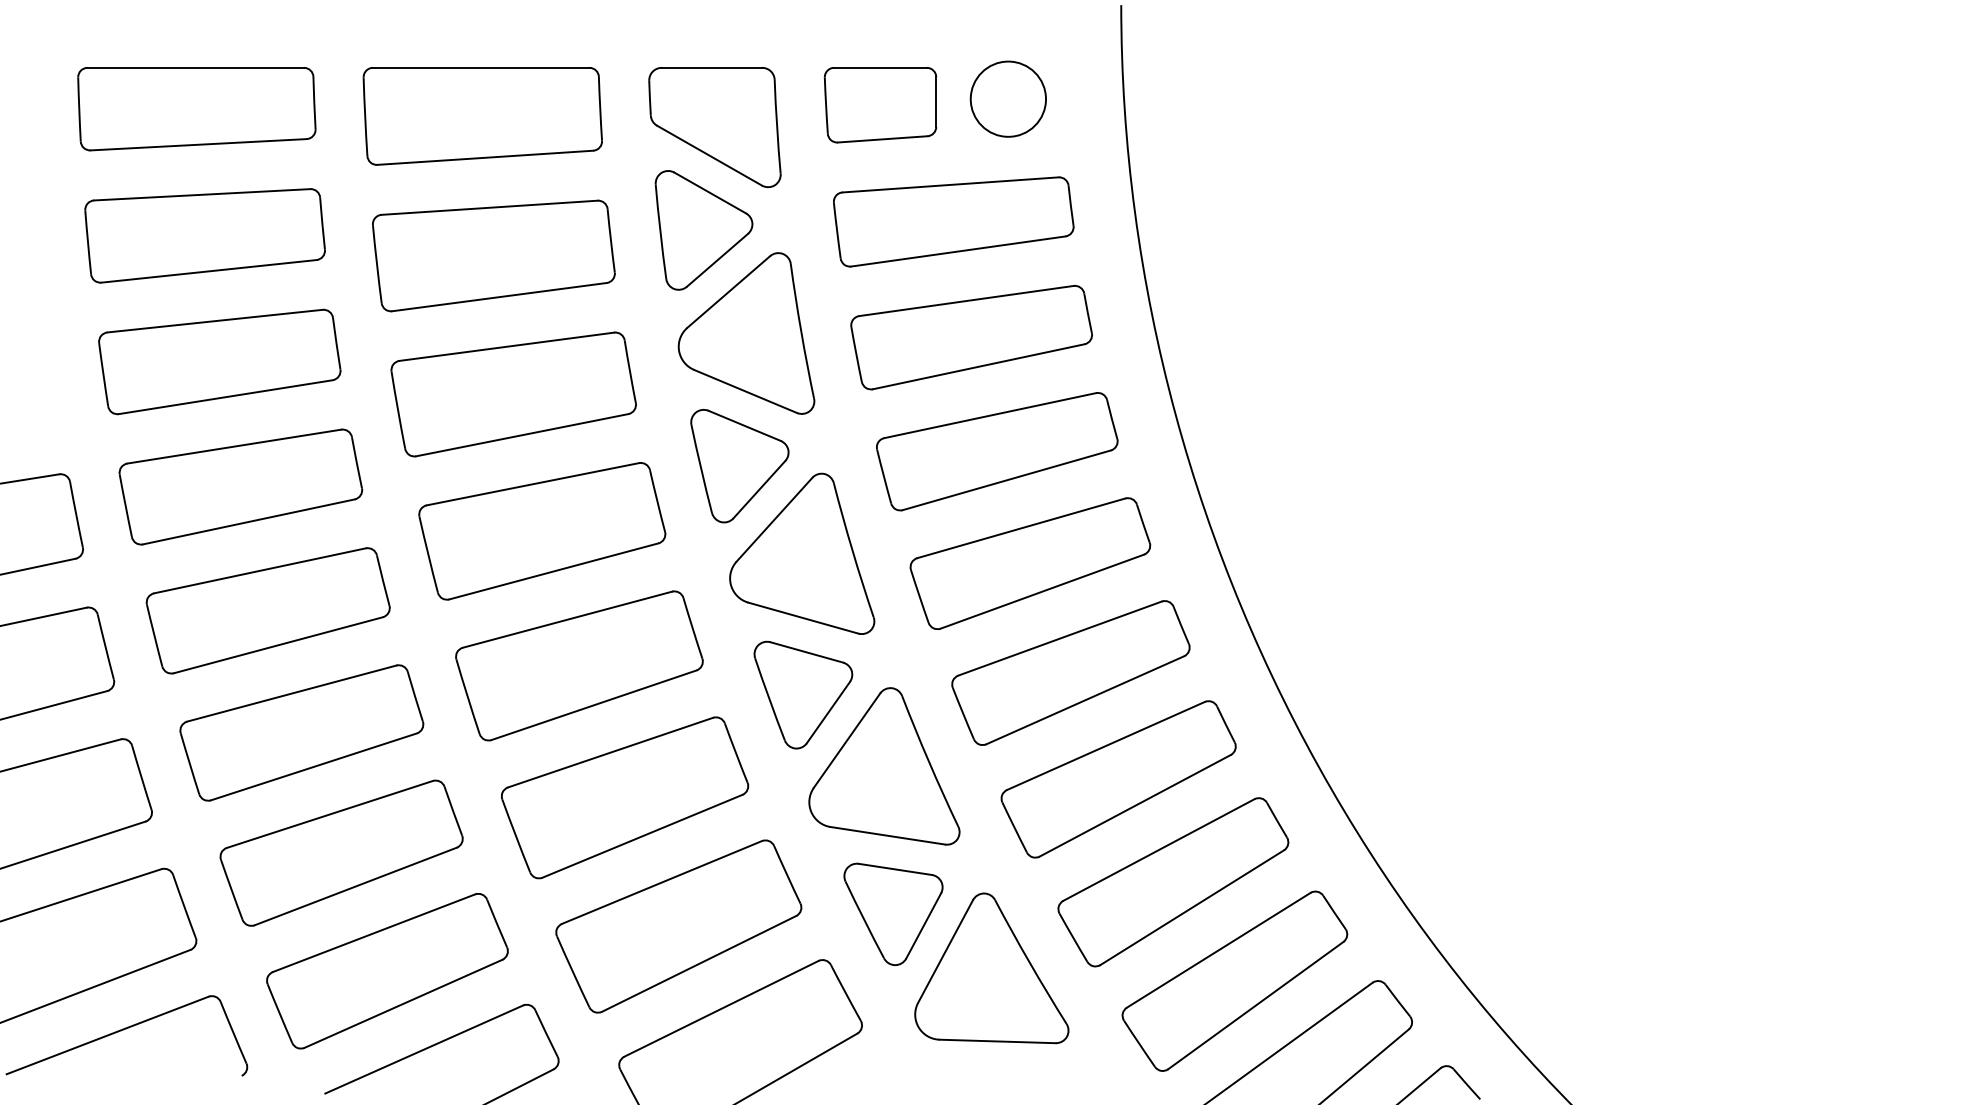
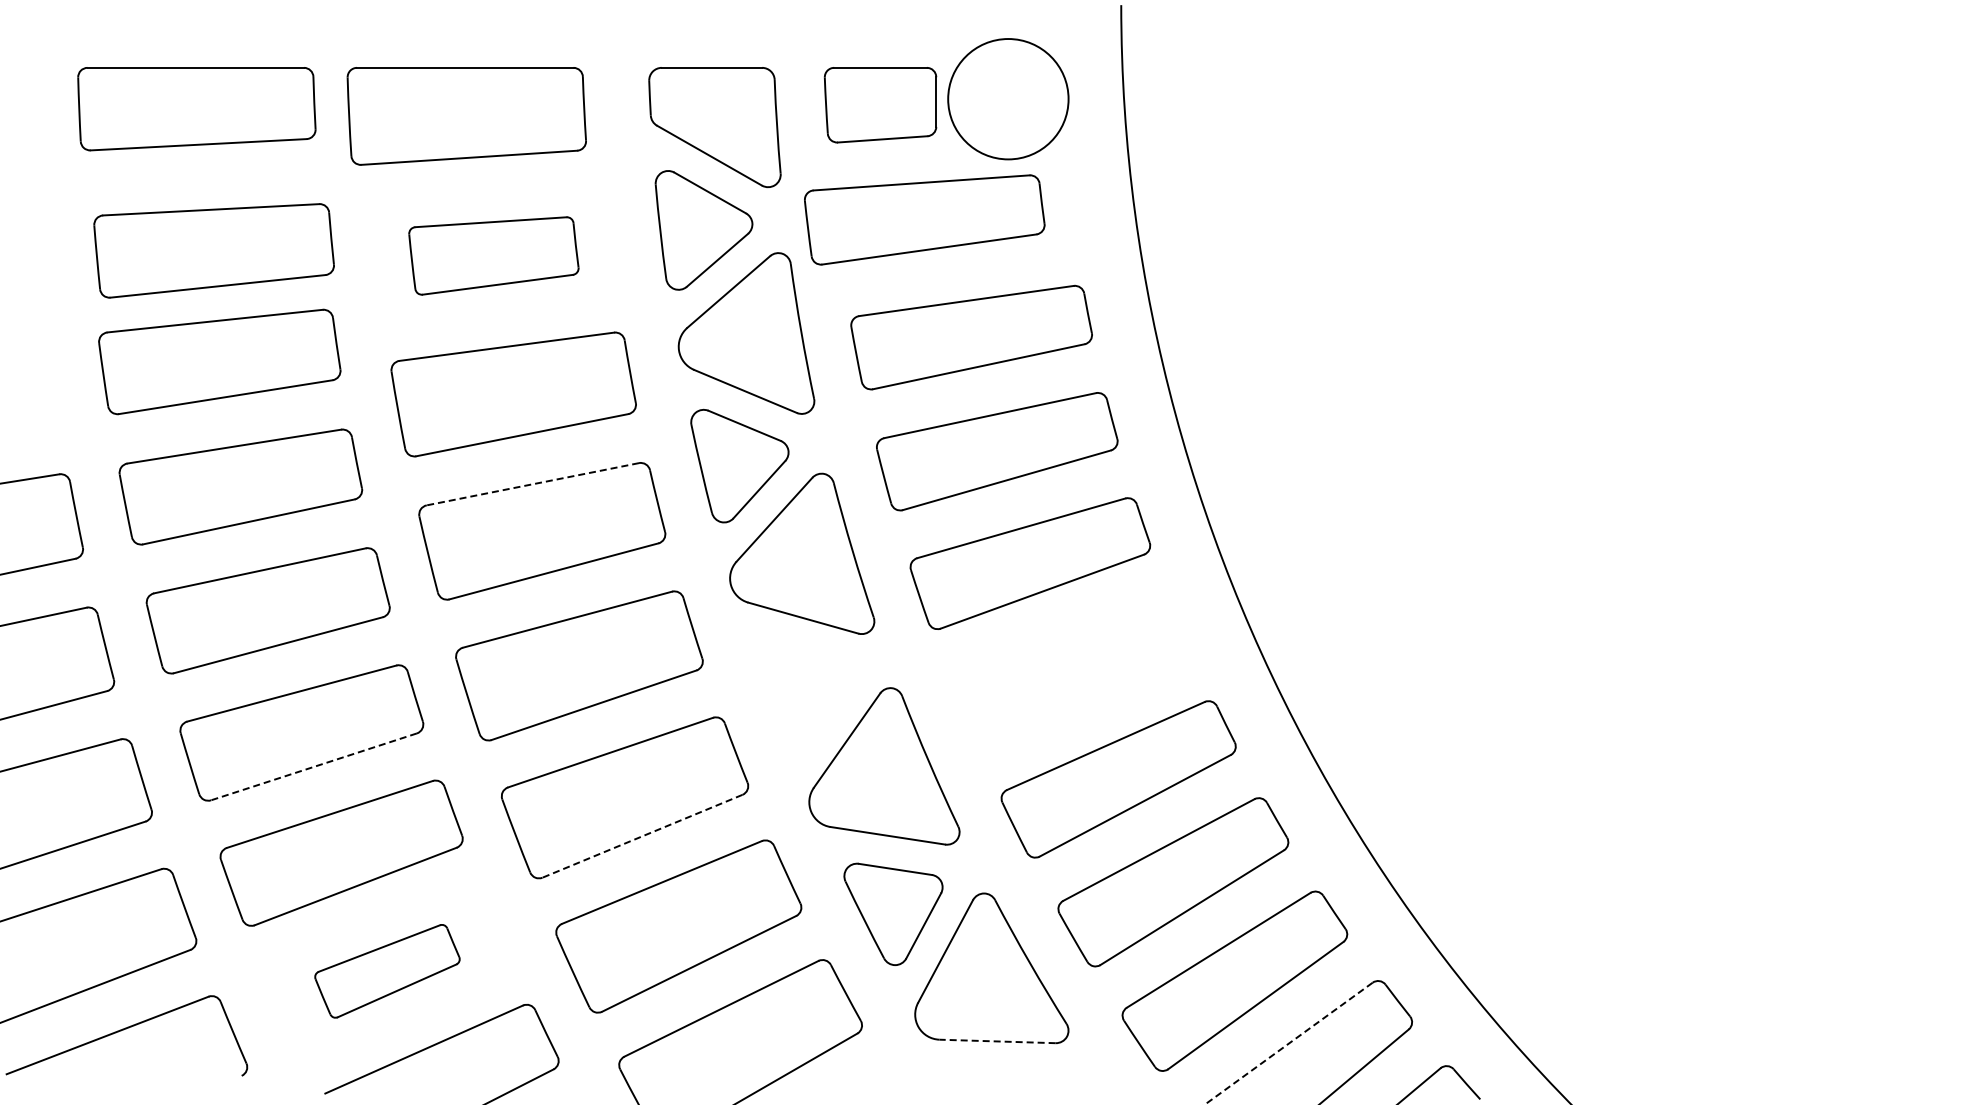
circle at (1008, 98) diameter: 75 px -> 120 px
part at (482, 116) position: (482, 116) -> (466, 116)
part at (953, 221) position: (953, 221) -> (924, 219)
part at (204, 235) position: (204, 235) -> (213, 250)
part at (493, 255) size: 244x114 px -> 172x80 px
line at (532, 484): solid -> dashed
part at (1070, 672): present -> none
part at (803, 694): present -> none
line at (313, 767): solid -> dashed
line at (642, 836): solid -> dashed
part at (387, 971) size: 243x157 px -> 147x95 px
line at (997, 1041): solid -> dashed
line at (1288, 1043): solid -> dashed
